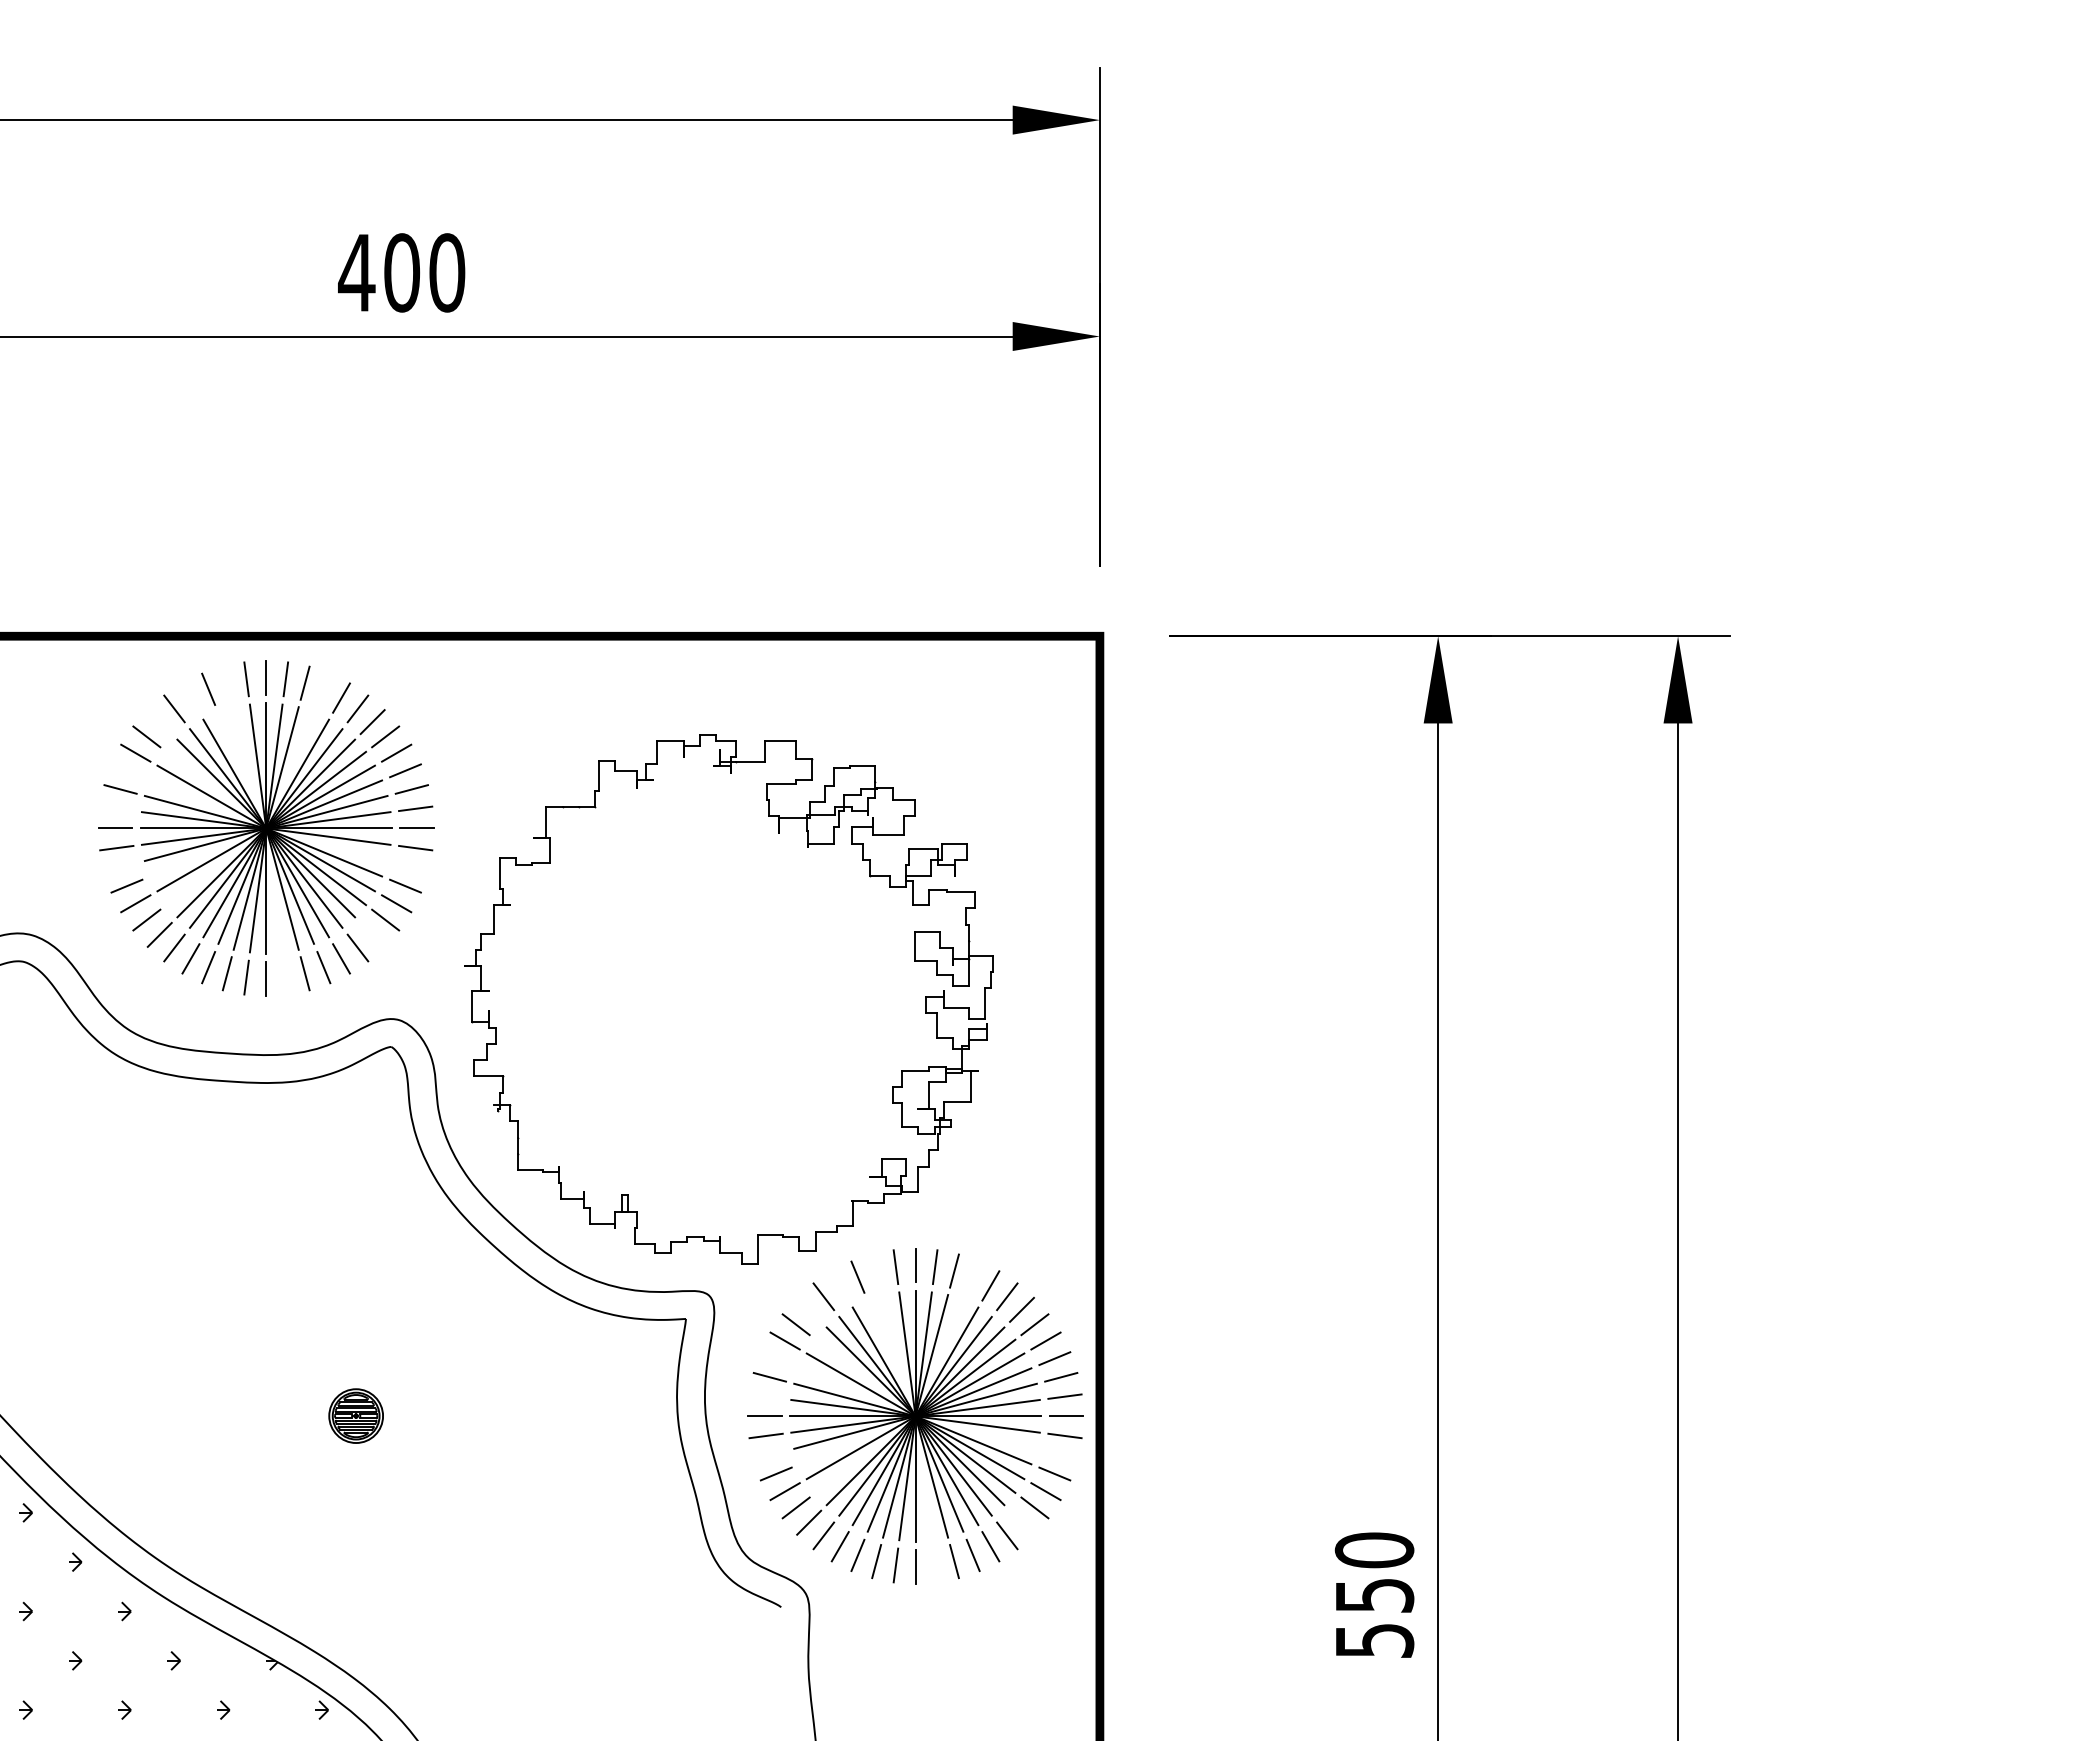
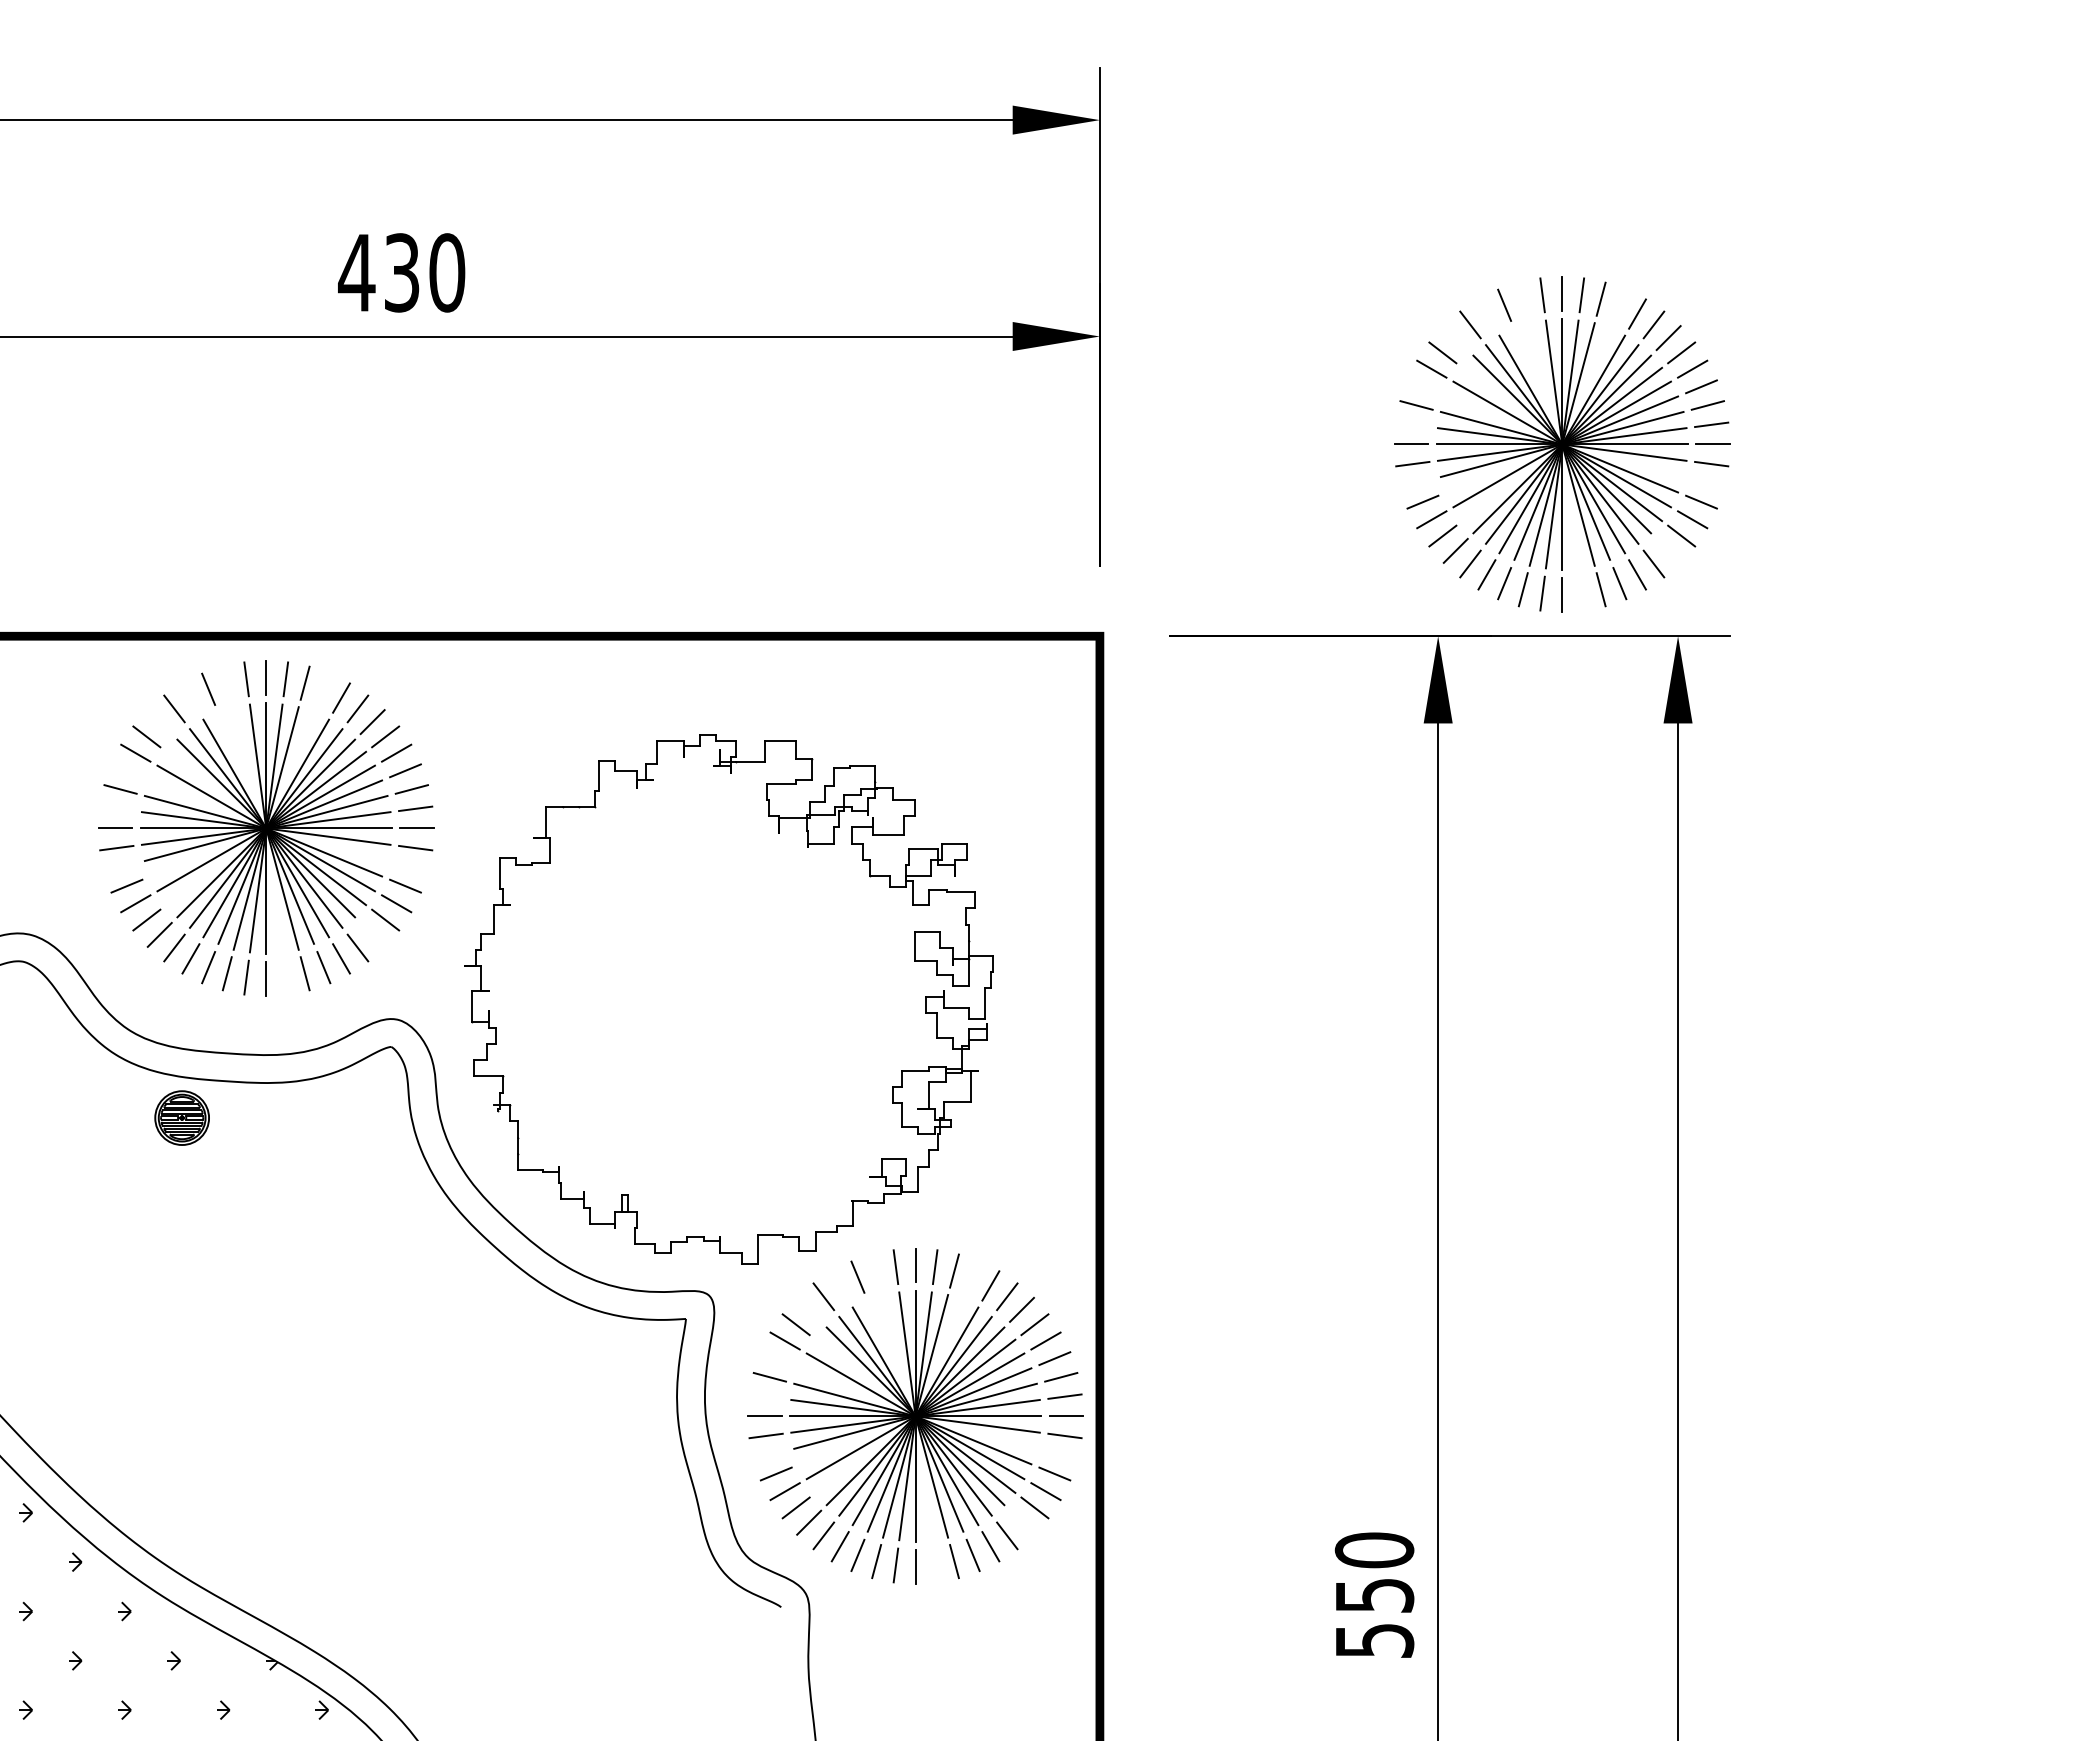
text at (402, 272): 400 -> 430
part at (1562, 444): none -> present
part at (355, 1415) position: (355, 1415) -> (181, 1117)
